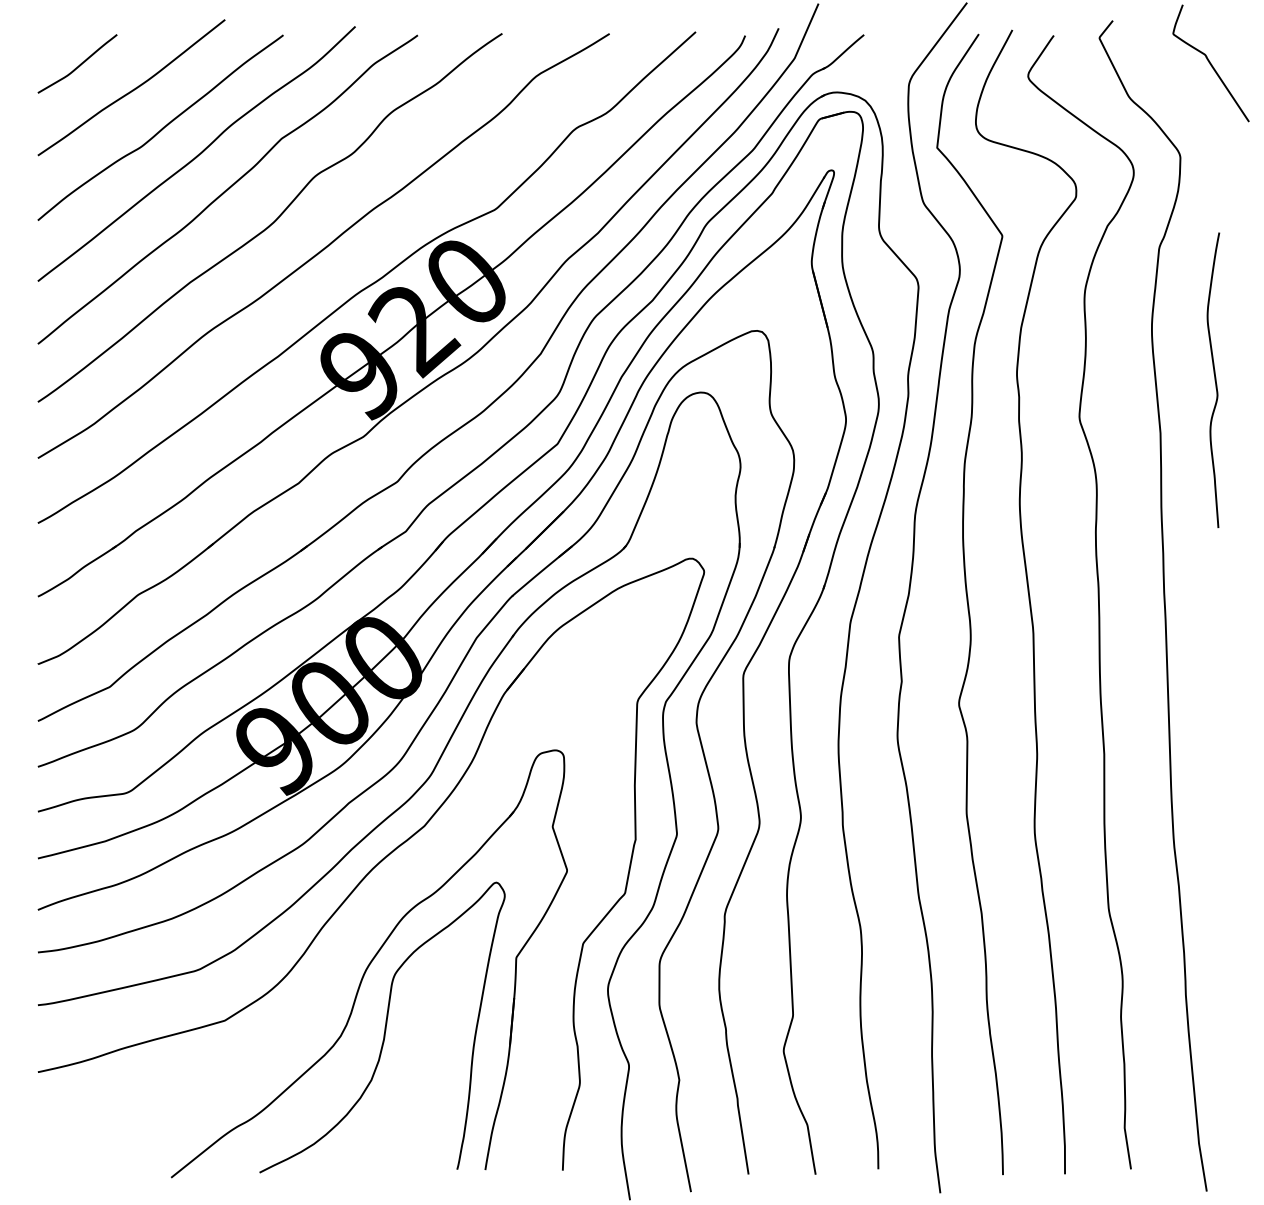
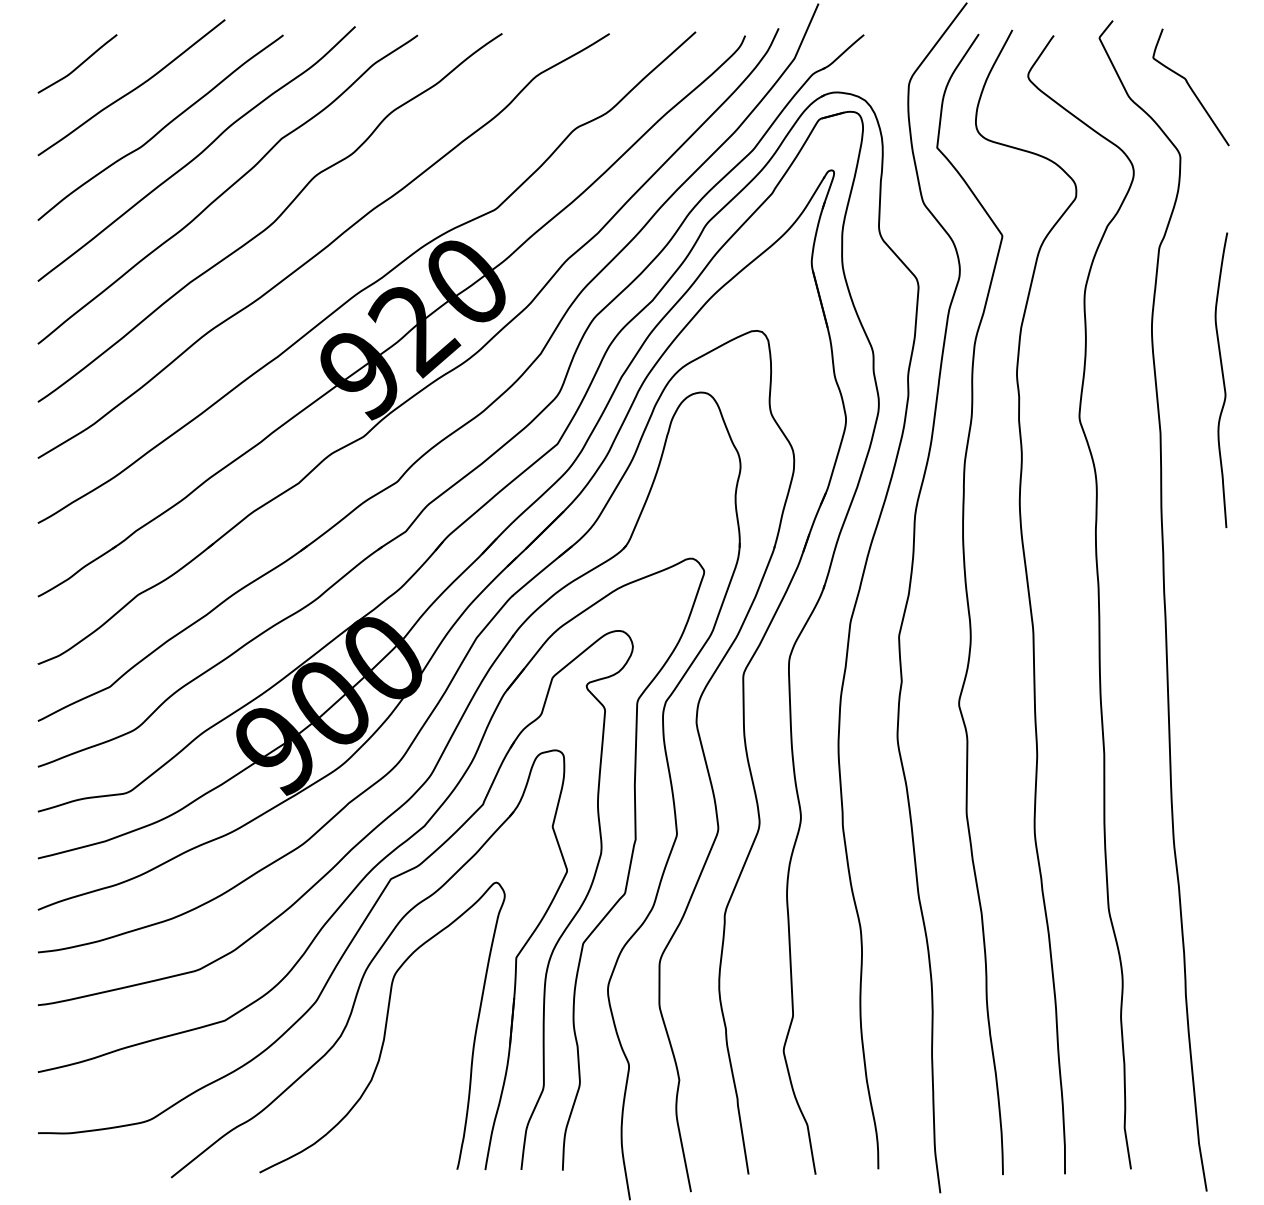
curve at (1210, 63) position: (1210, 63) -> (1190, 87)
curve at (1214, 379) position: (1214, 379) -> (1222, 379)
part at (366, 915): none -> present
